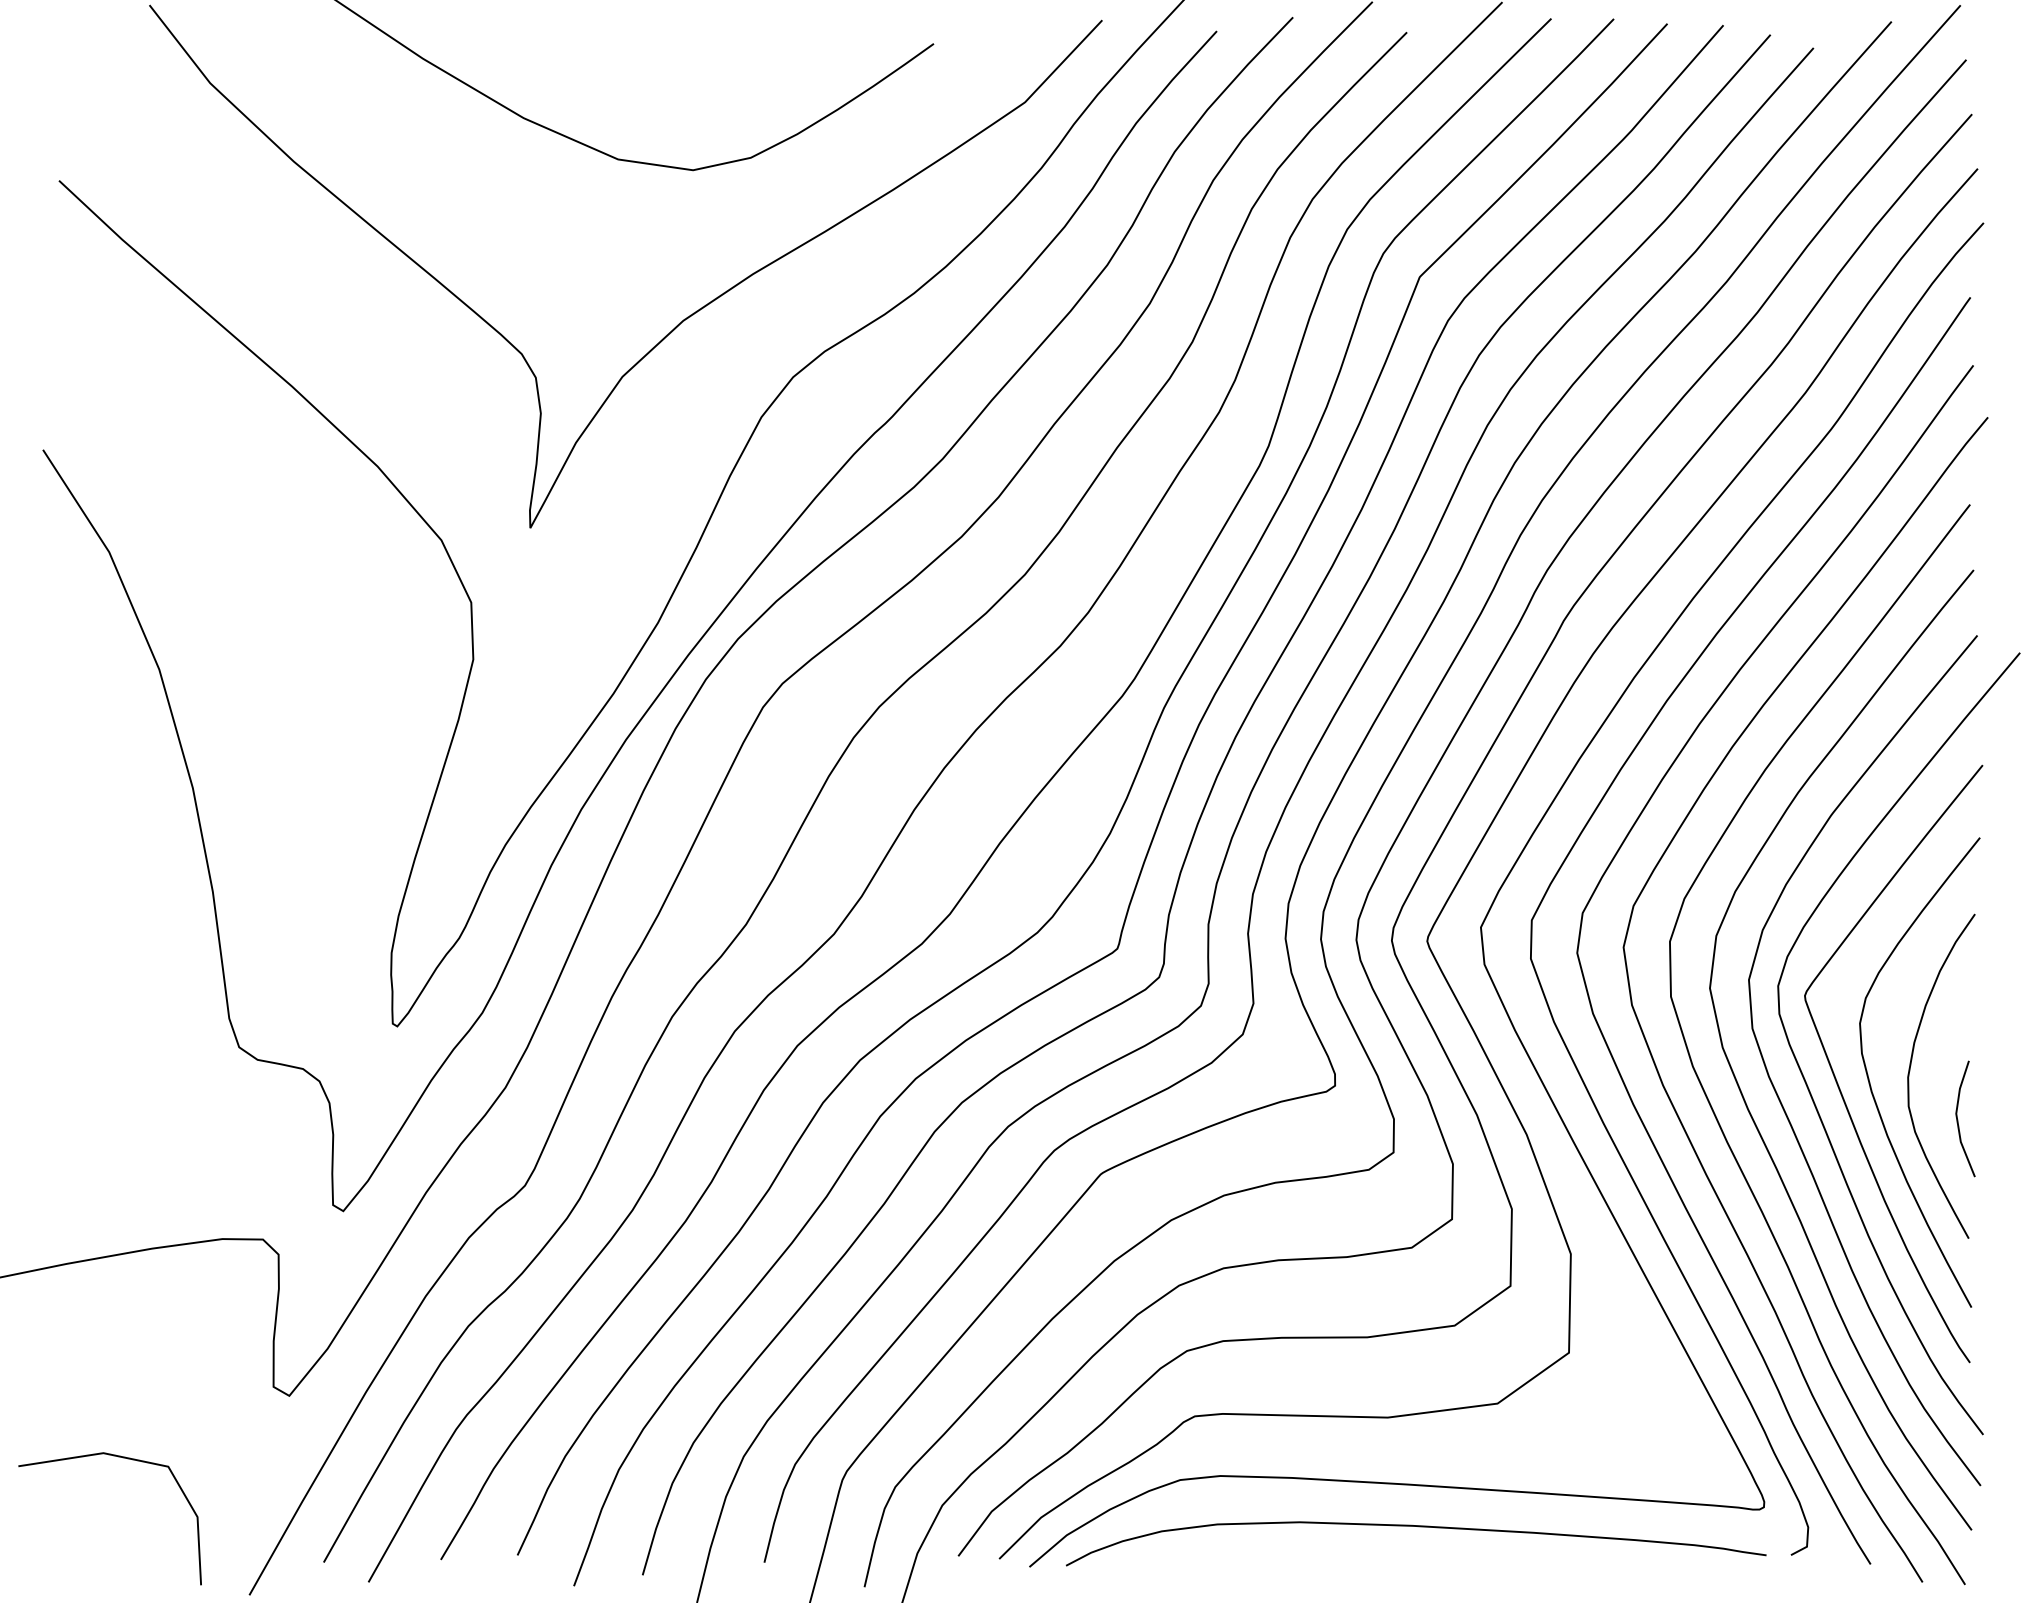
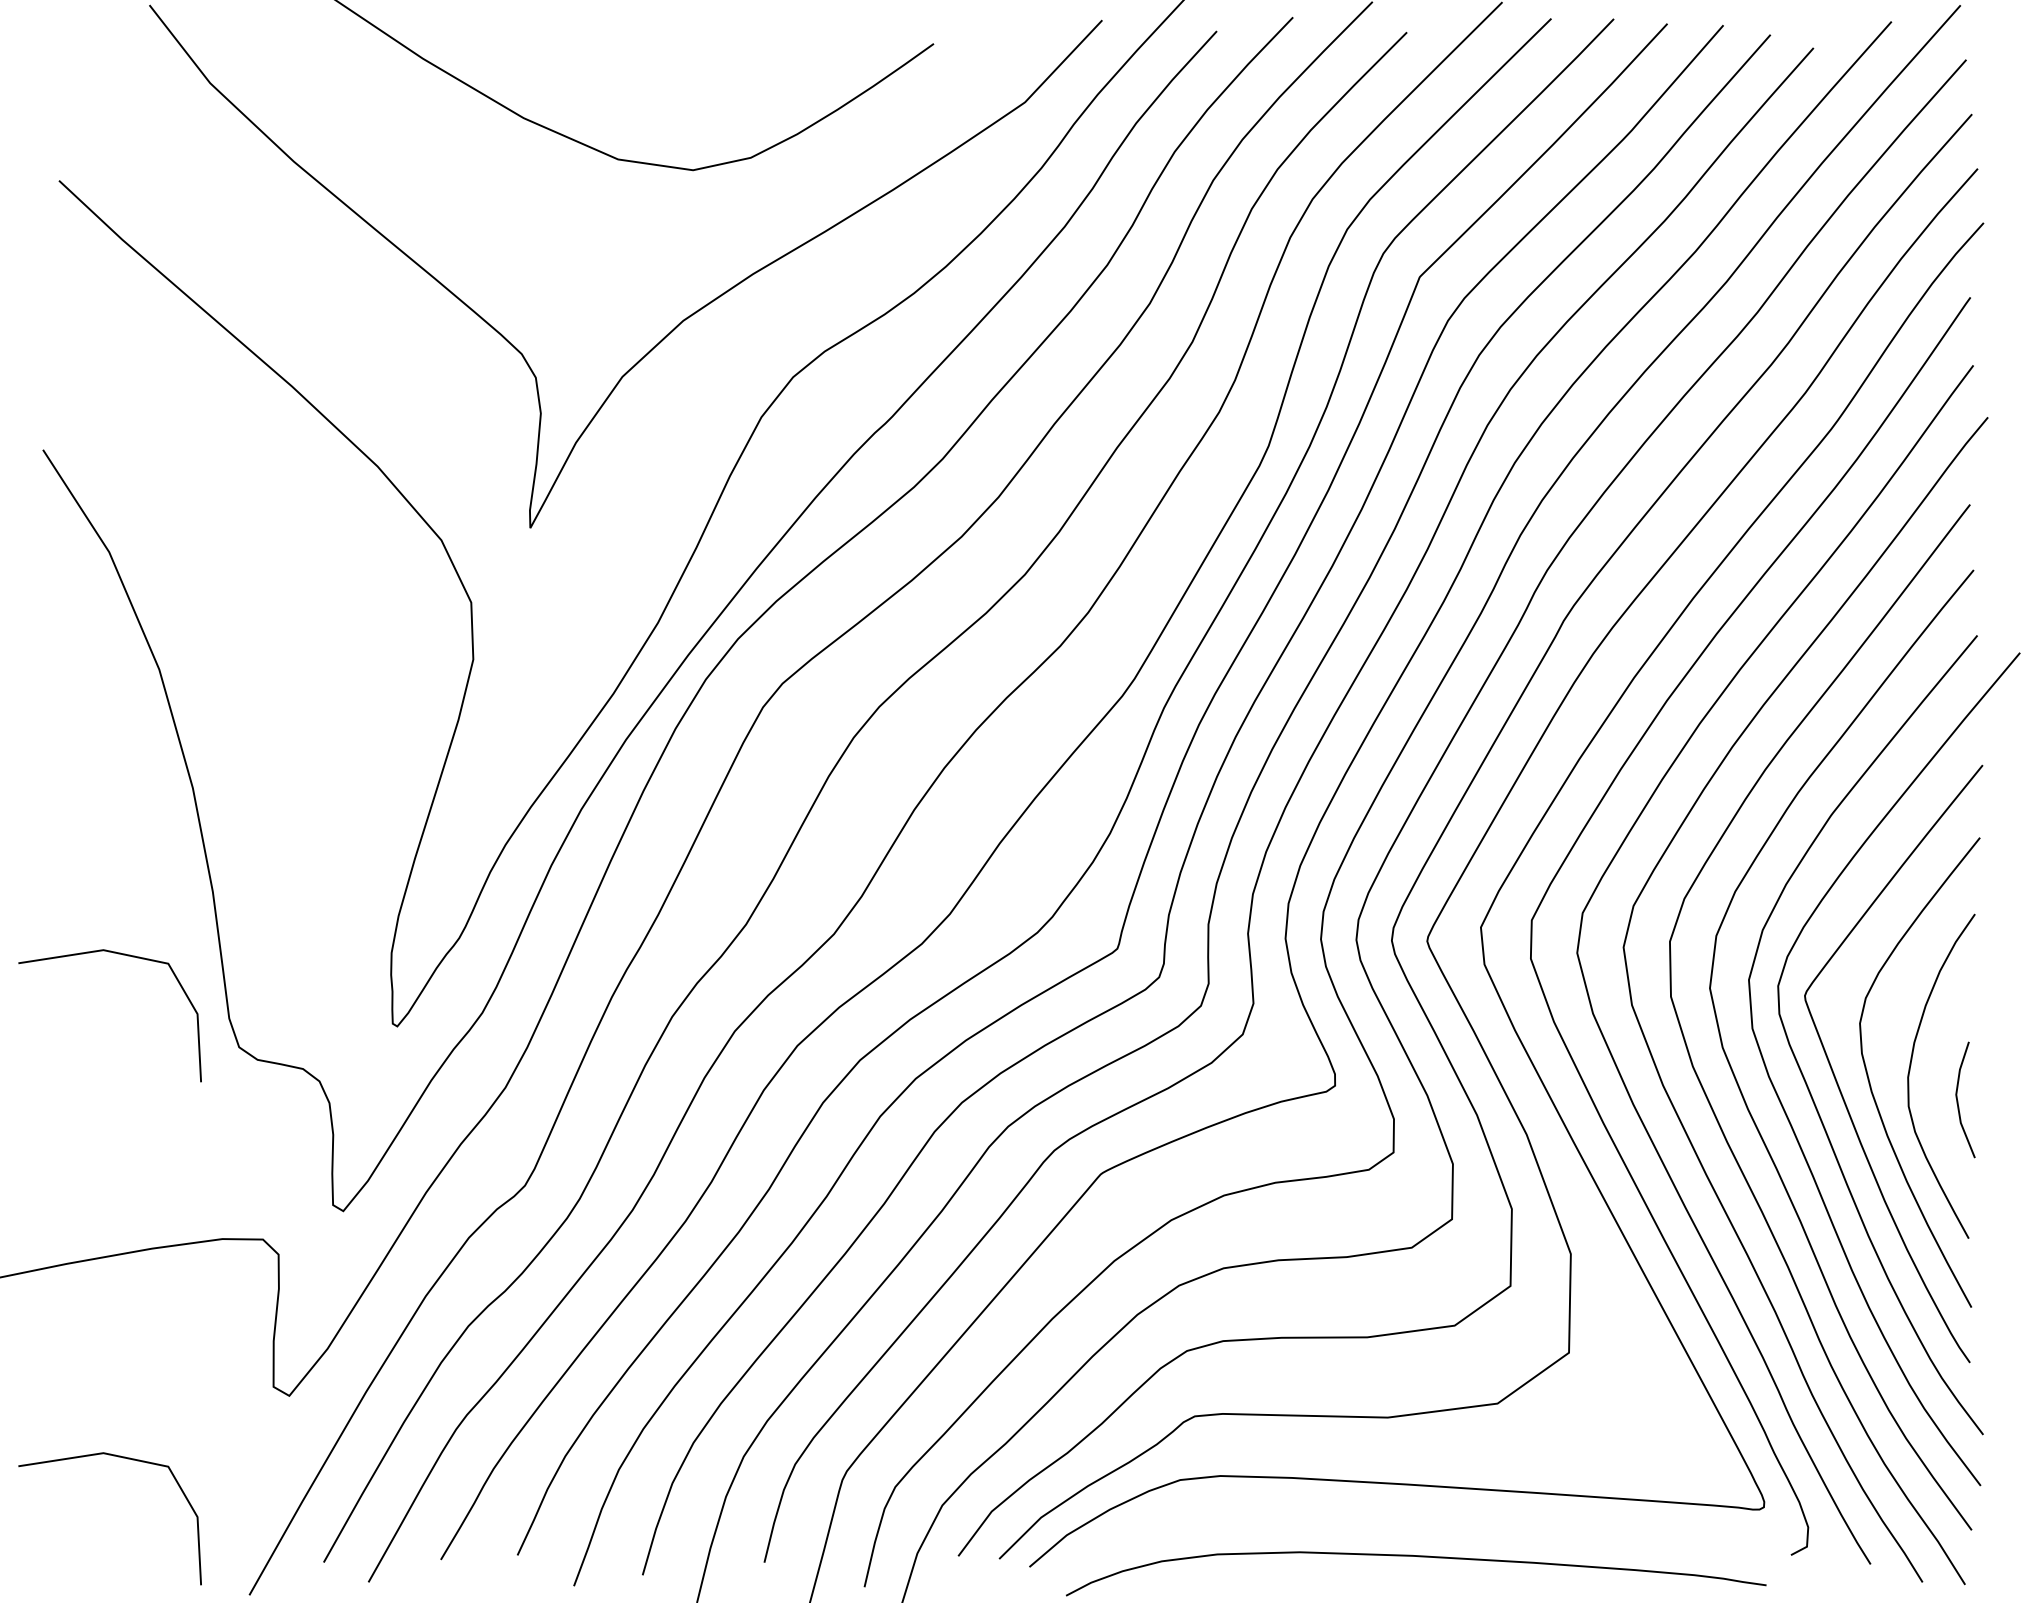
line at (123, 955): none -> present
line at (1958, 1119) position: (1958, 1119) -> (1958, 1100)
curve at (1418, 1527) position: (1418, 1527) -> (1418, 1557)
